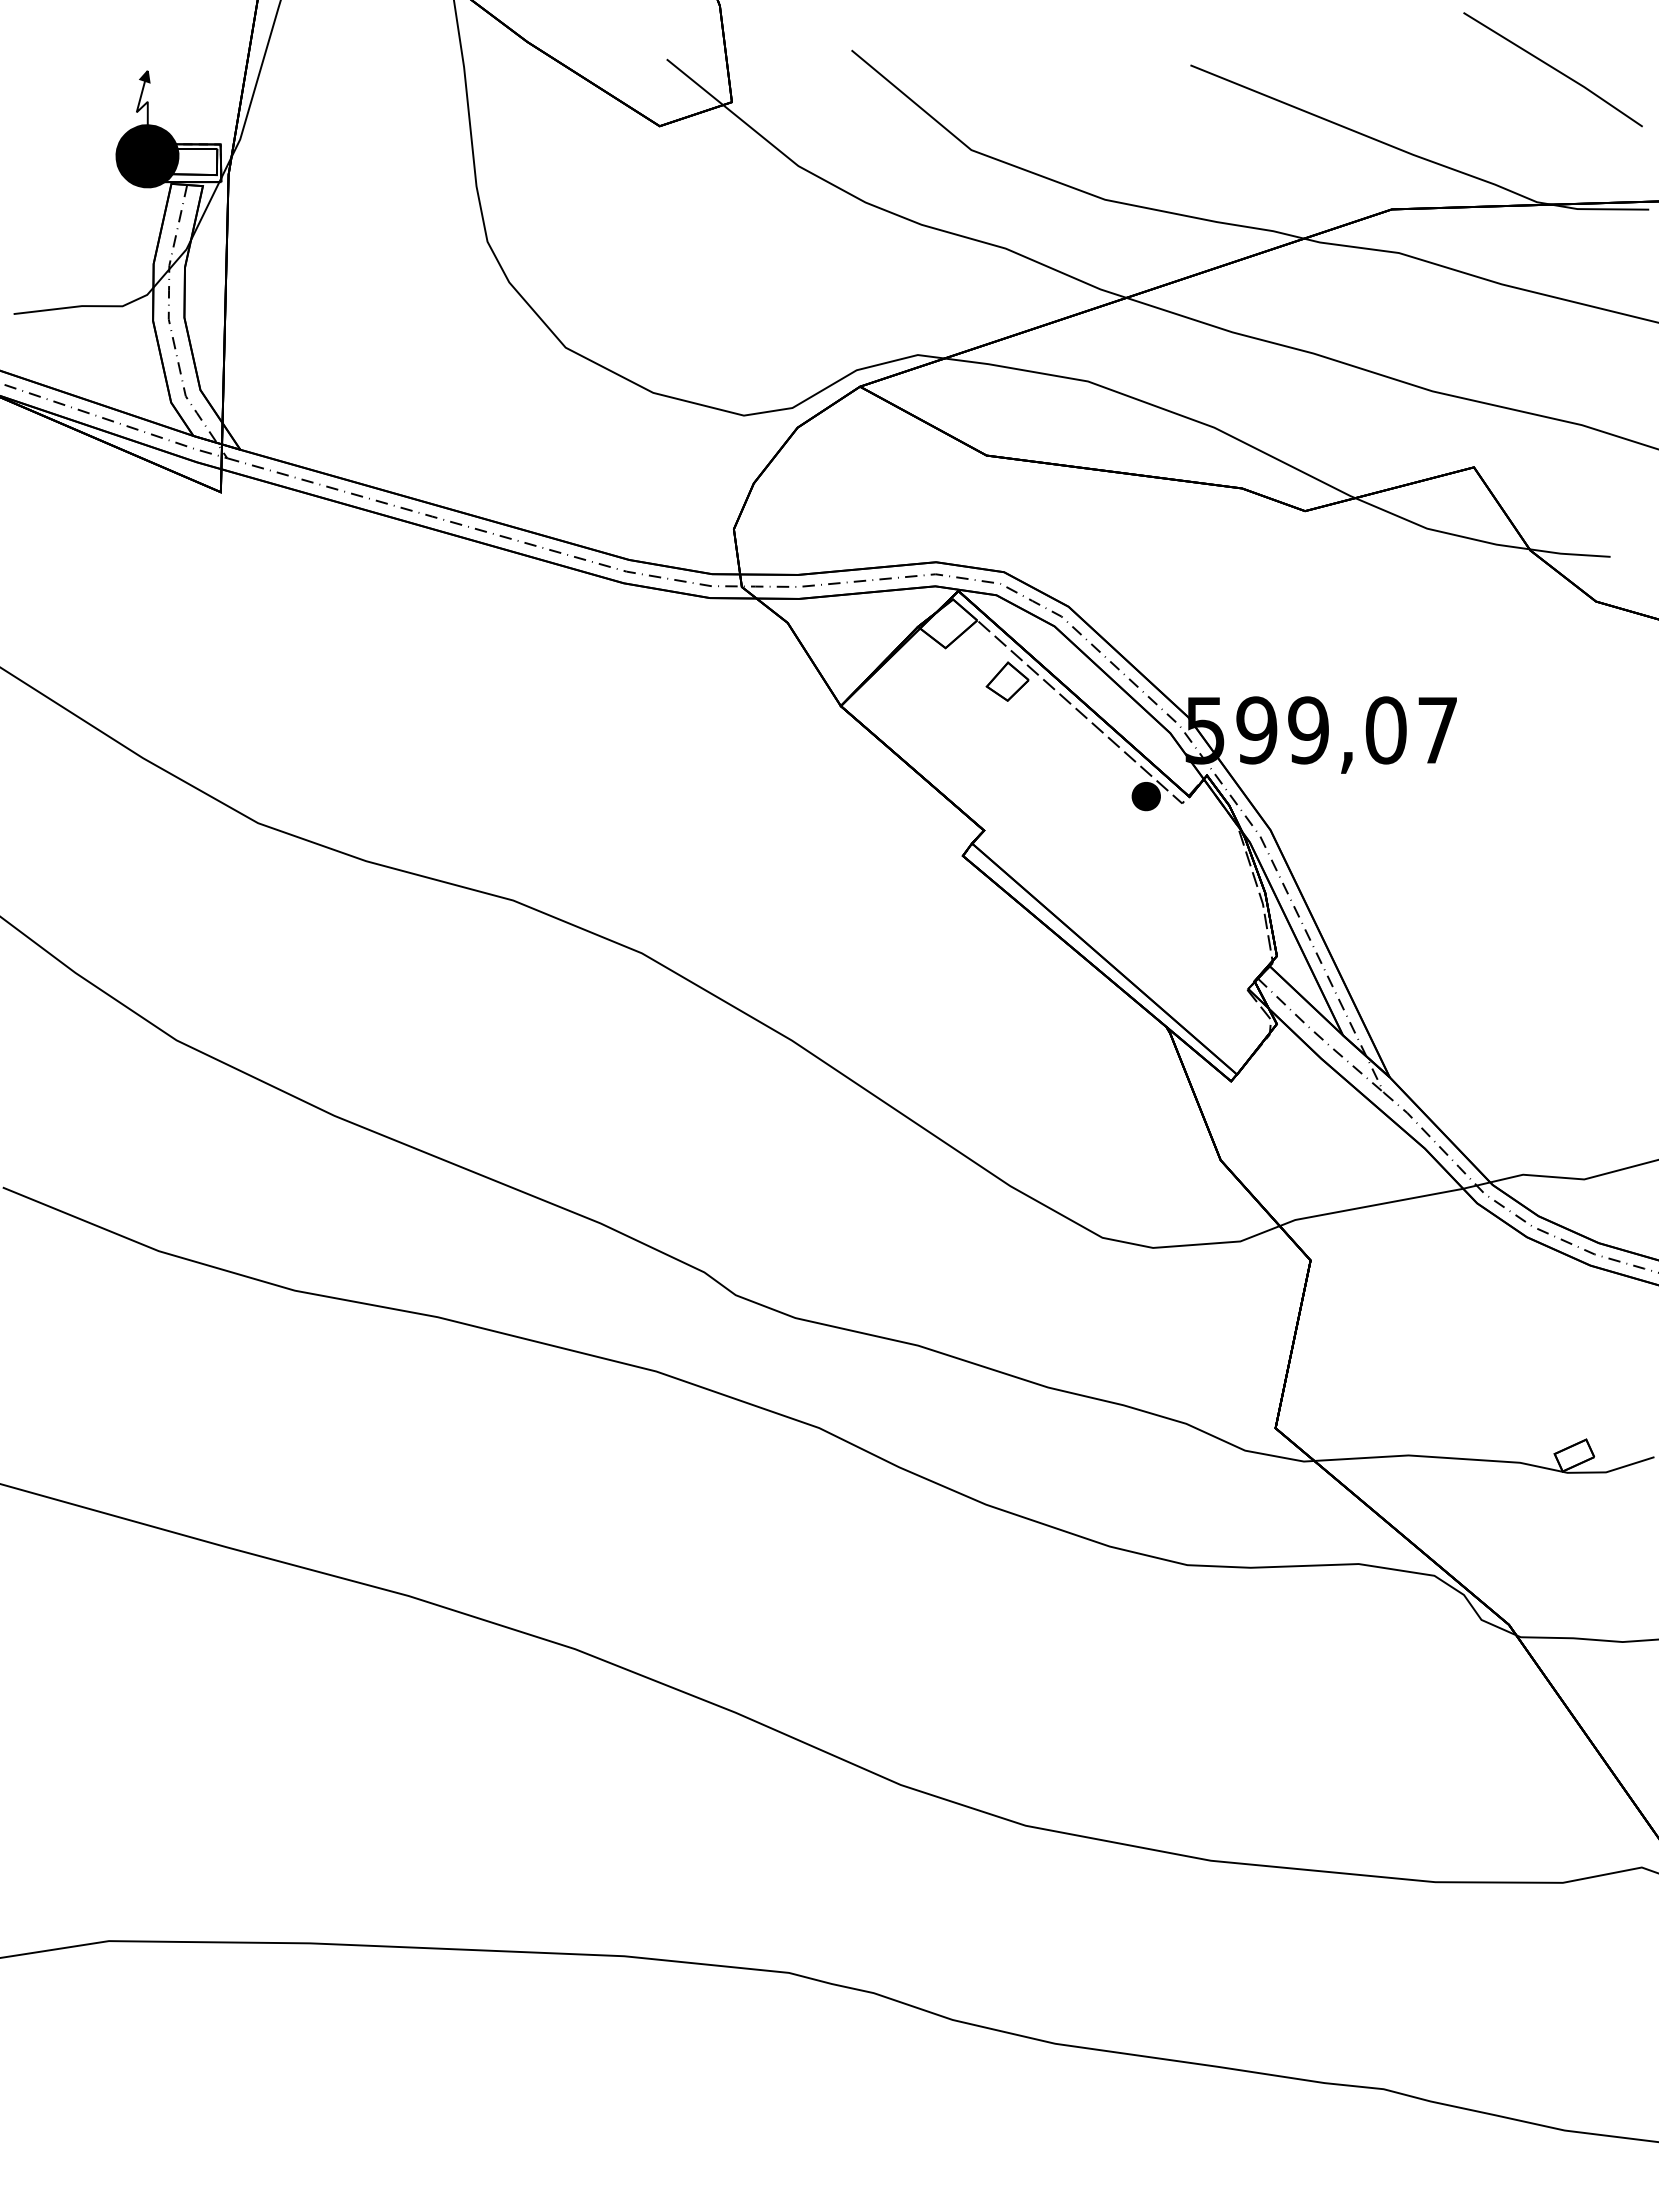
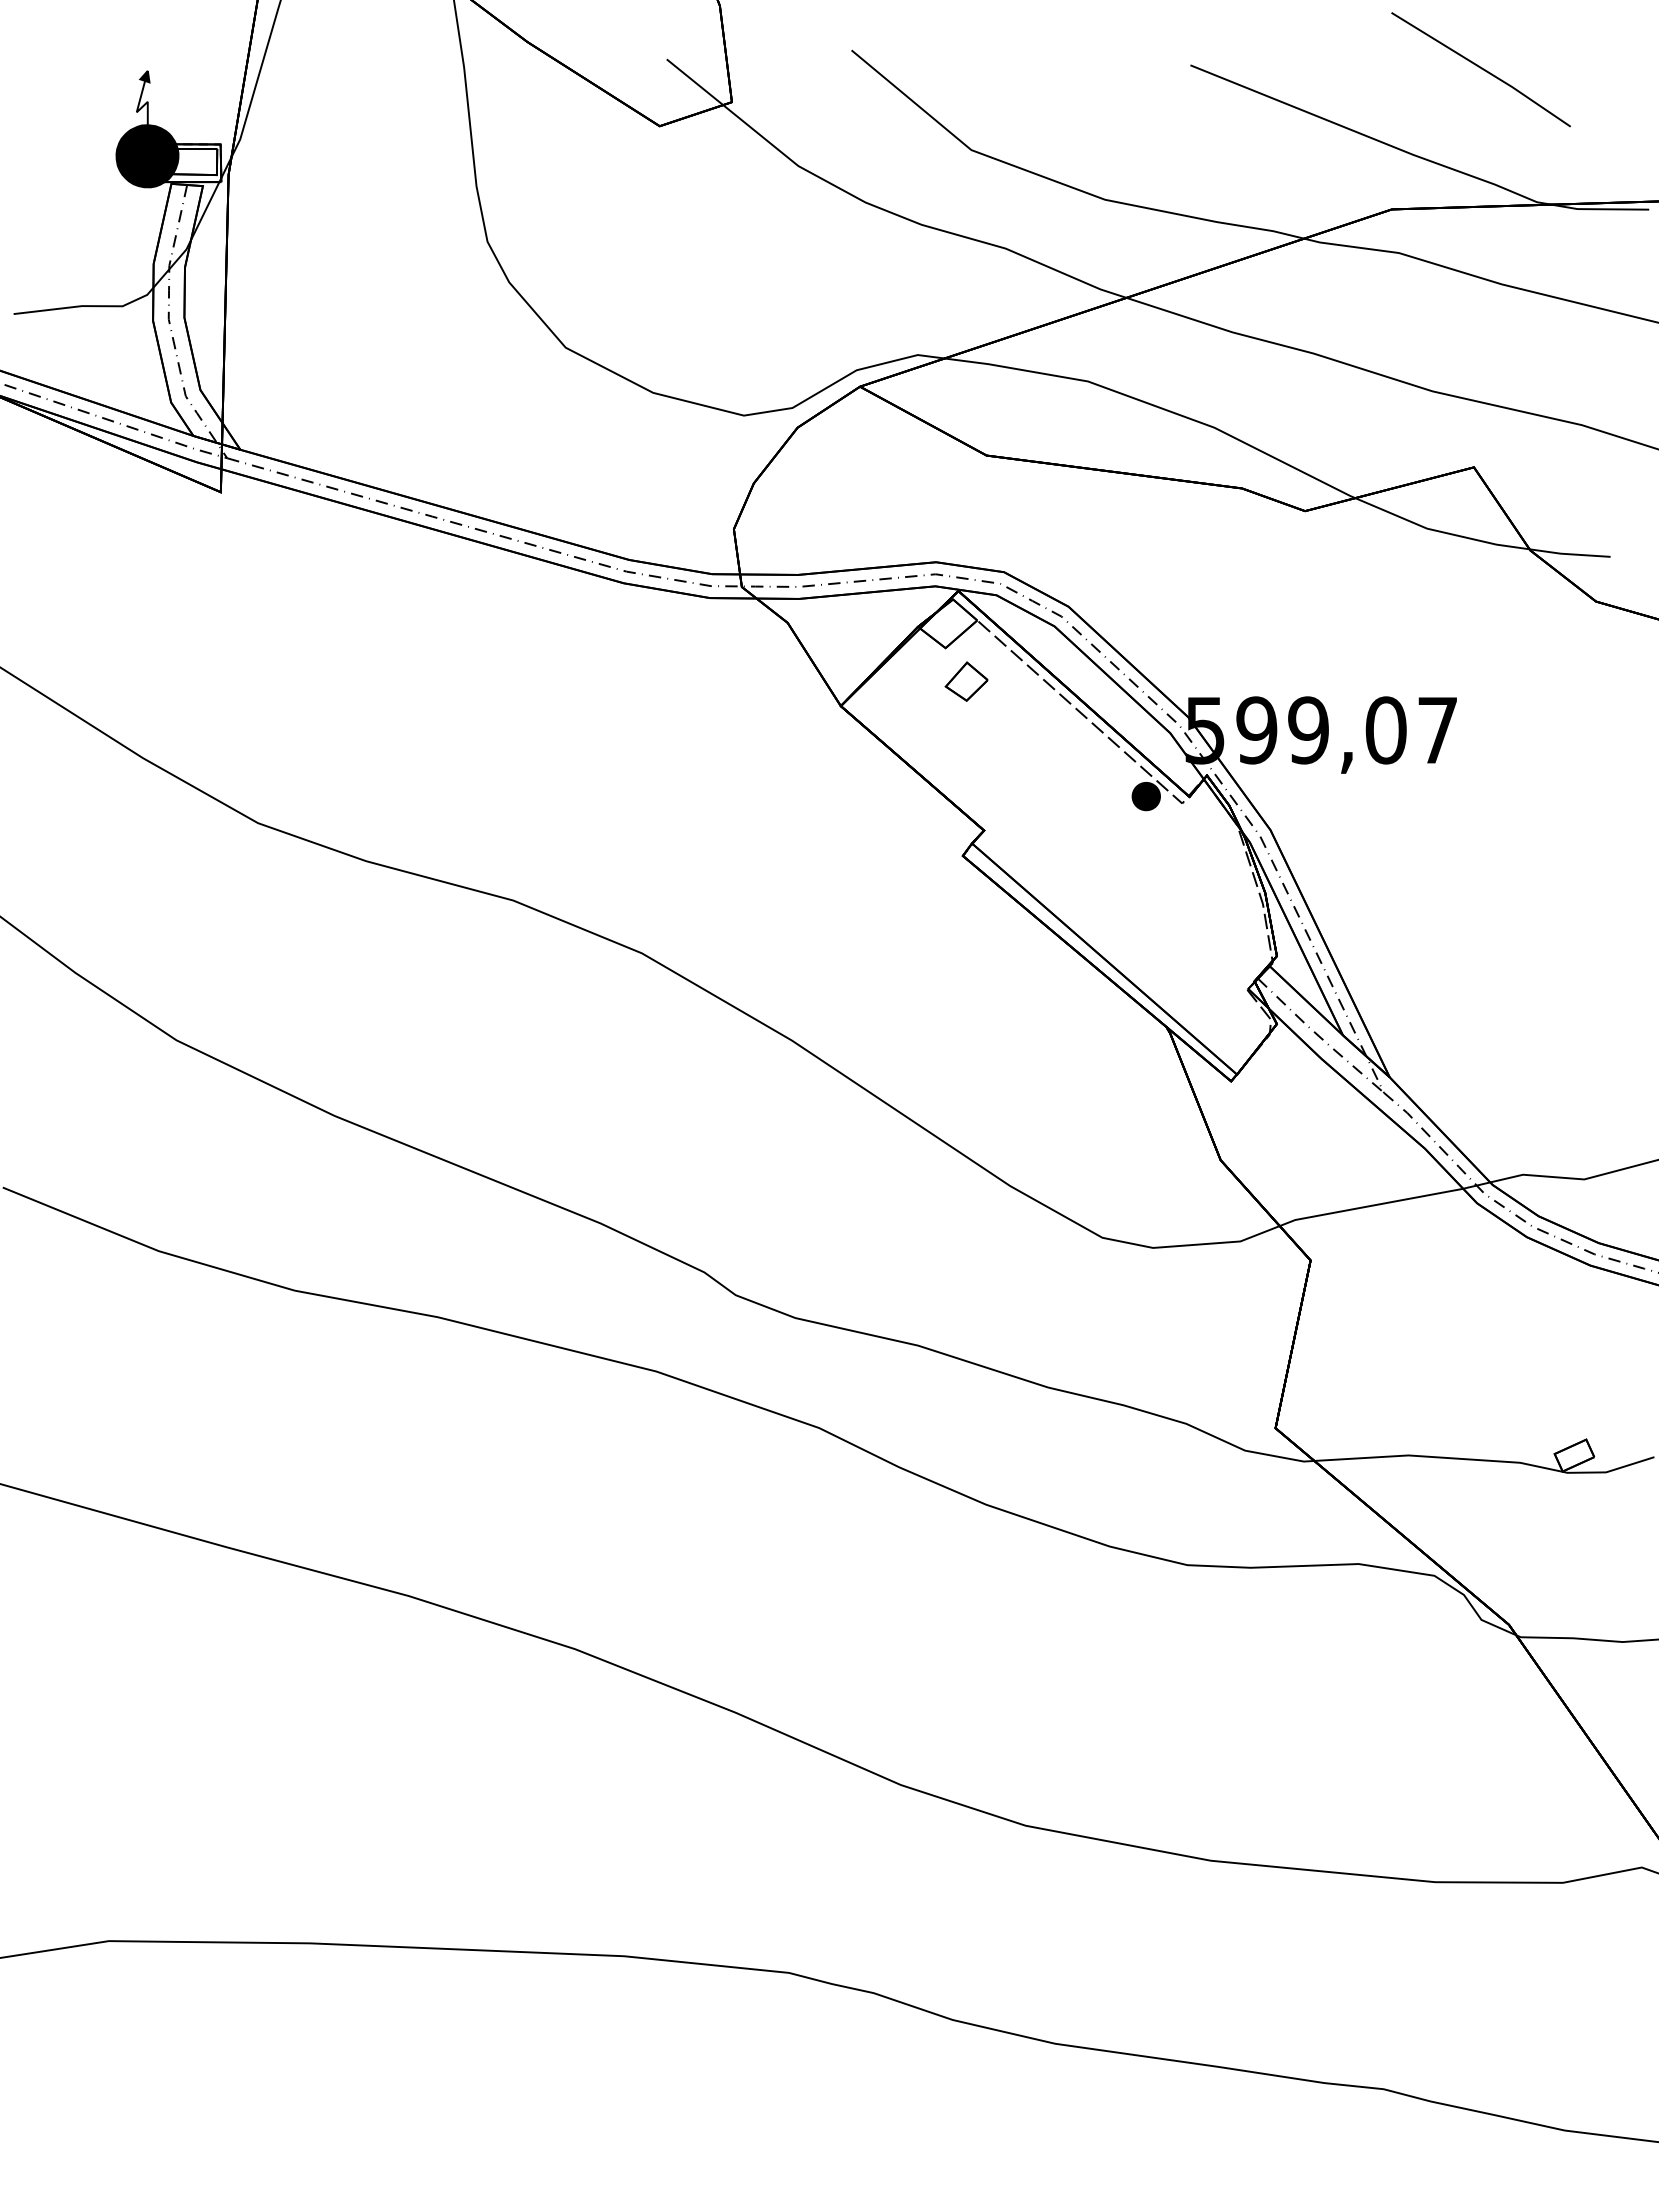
line at (1552, 68) position: (1552, 68) -> (1480, 68)
part at (1007, 681) position: (1007, 681) -> (966, 681)
